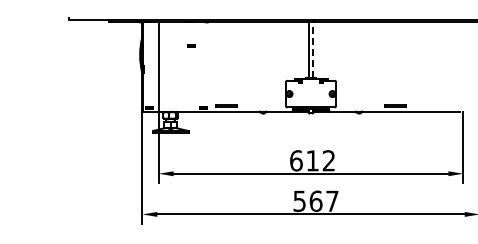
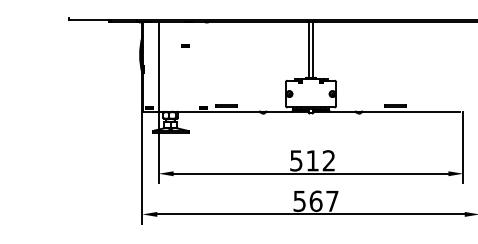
part at (191, 45) position: (191, 45) -> (185, 45)
line at (313, 49): dashed -> solid
text at (296, 160): 612 -> 512
